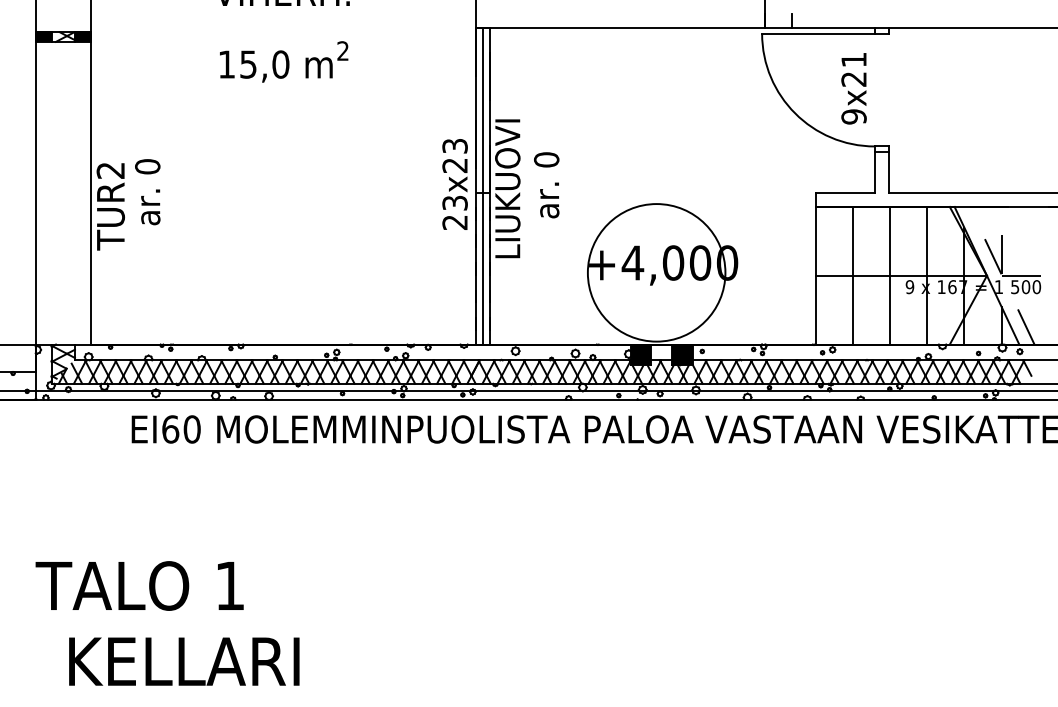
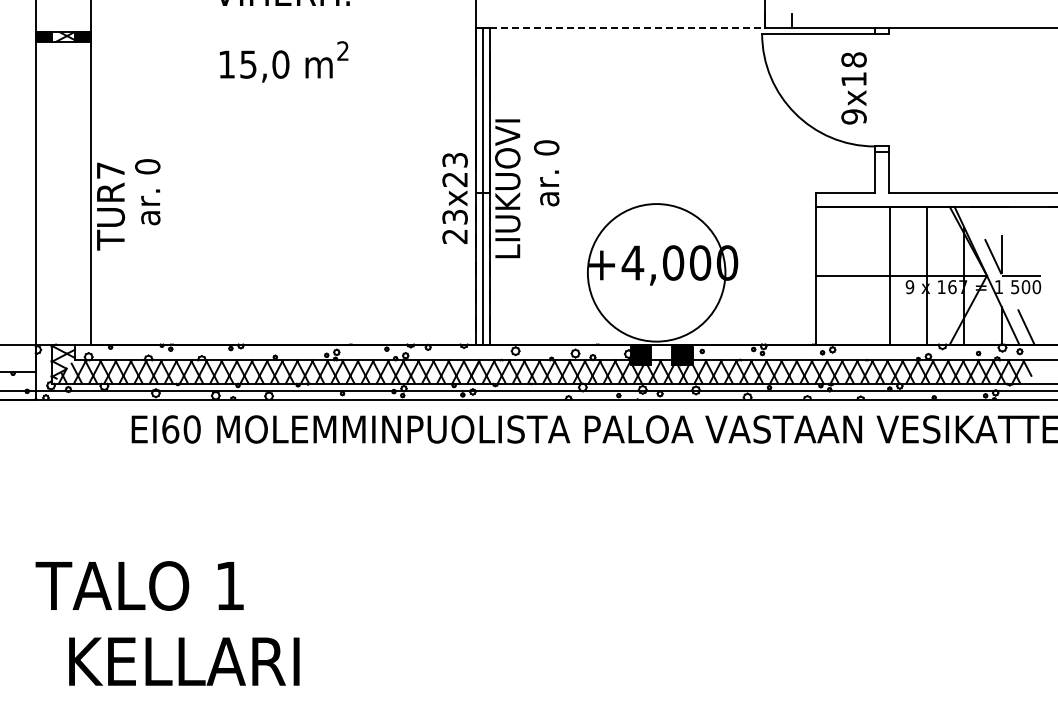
line at (627, 28): solid -> dashed
text at (853, 69): 9x21 -> 9x18
text at (110, 170): TUR2 -> TUR7
text at (454, 184) position: (454, 184) -> (454, 198)
text at (546, 185) position: (546, 185) -> (546, 173)
line at (852, 275): present -> none
